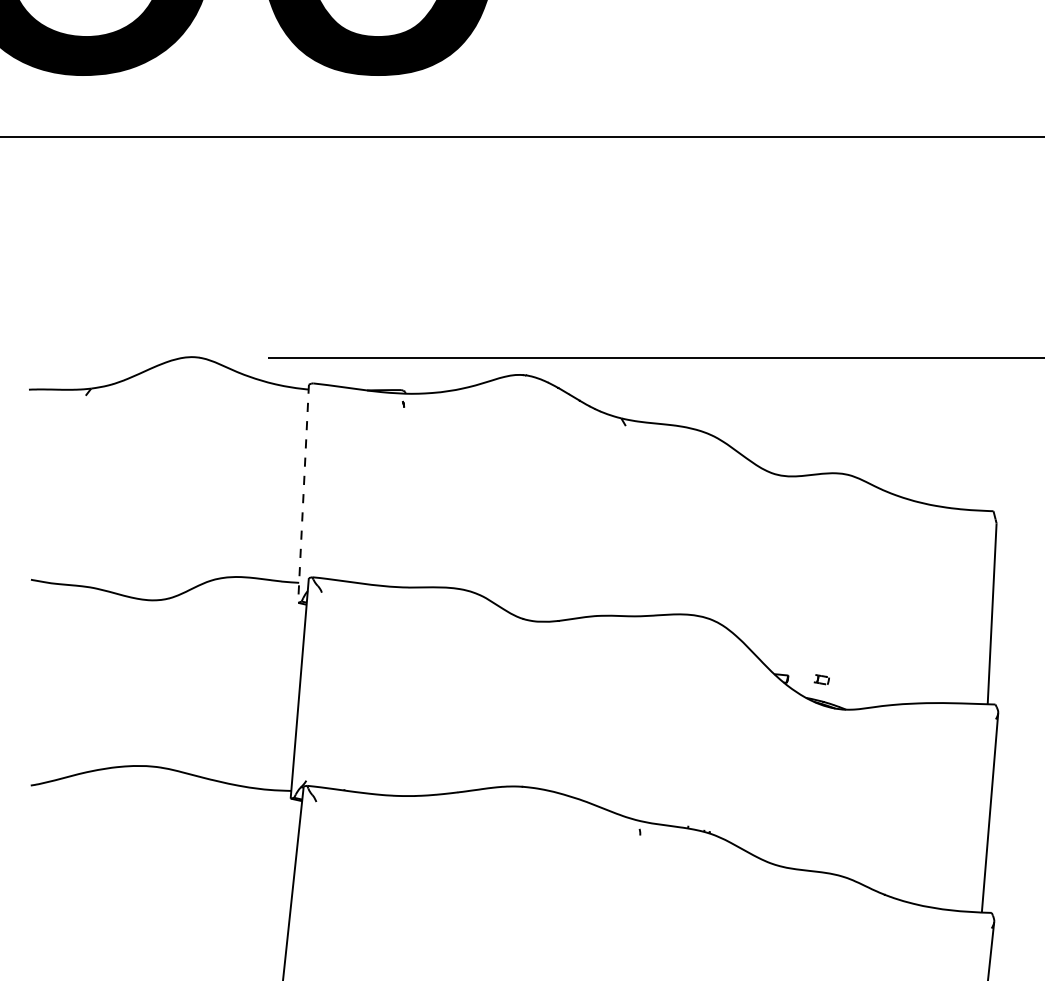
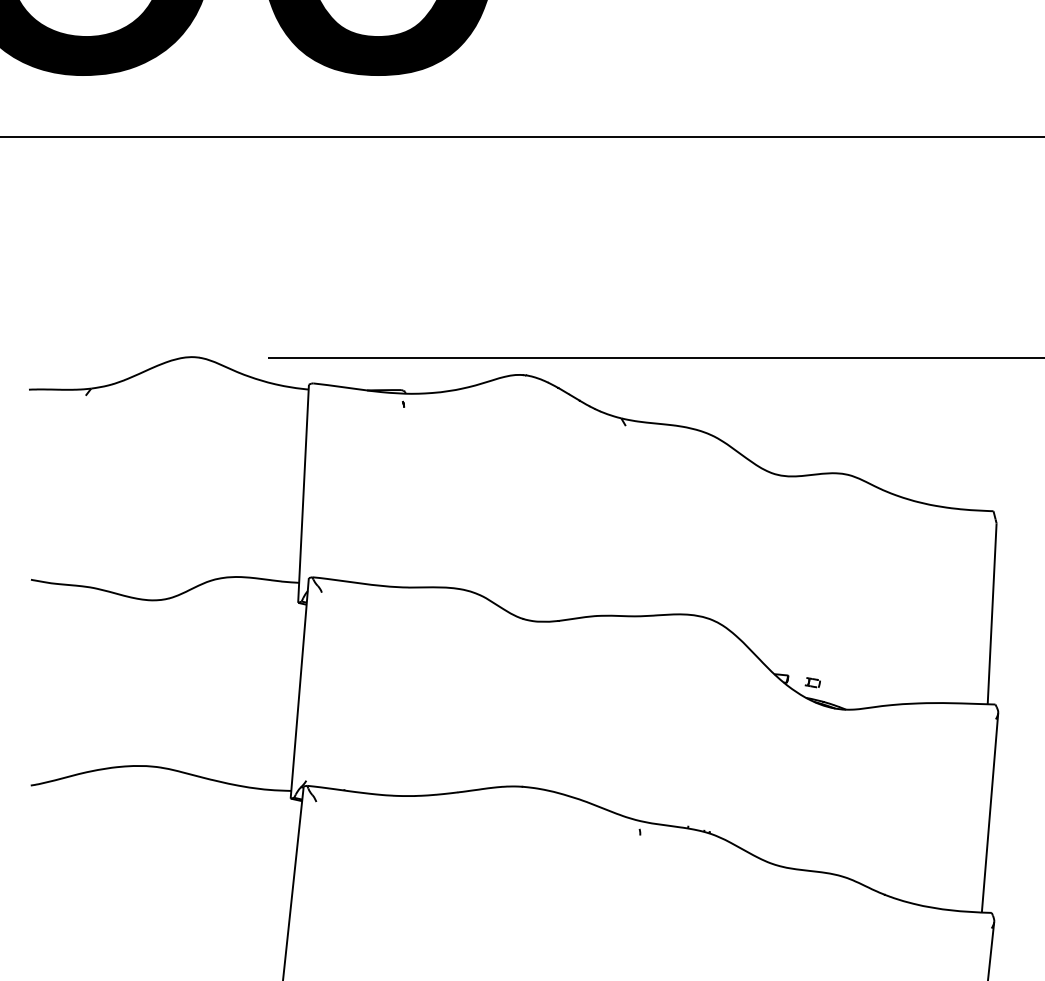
line at (303, 494): dashed -> solid
part at (821, 679) position: (821, 679) -> (812, 682)
